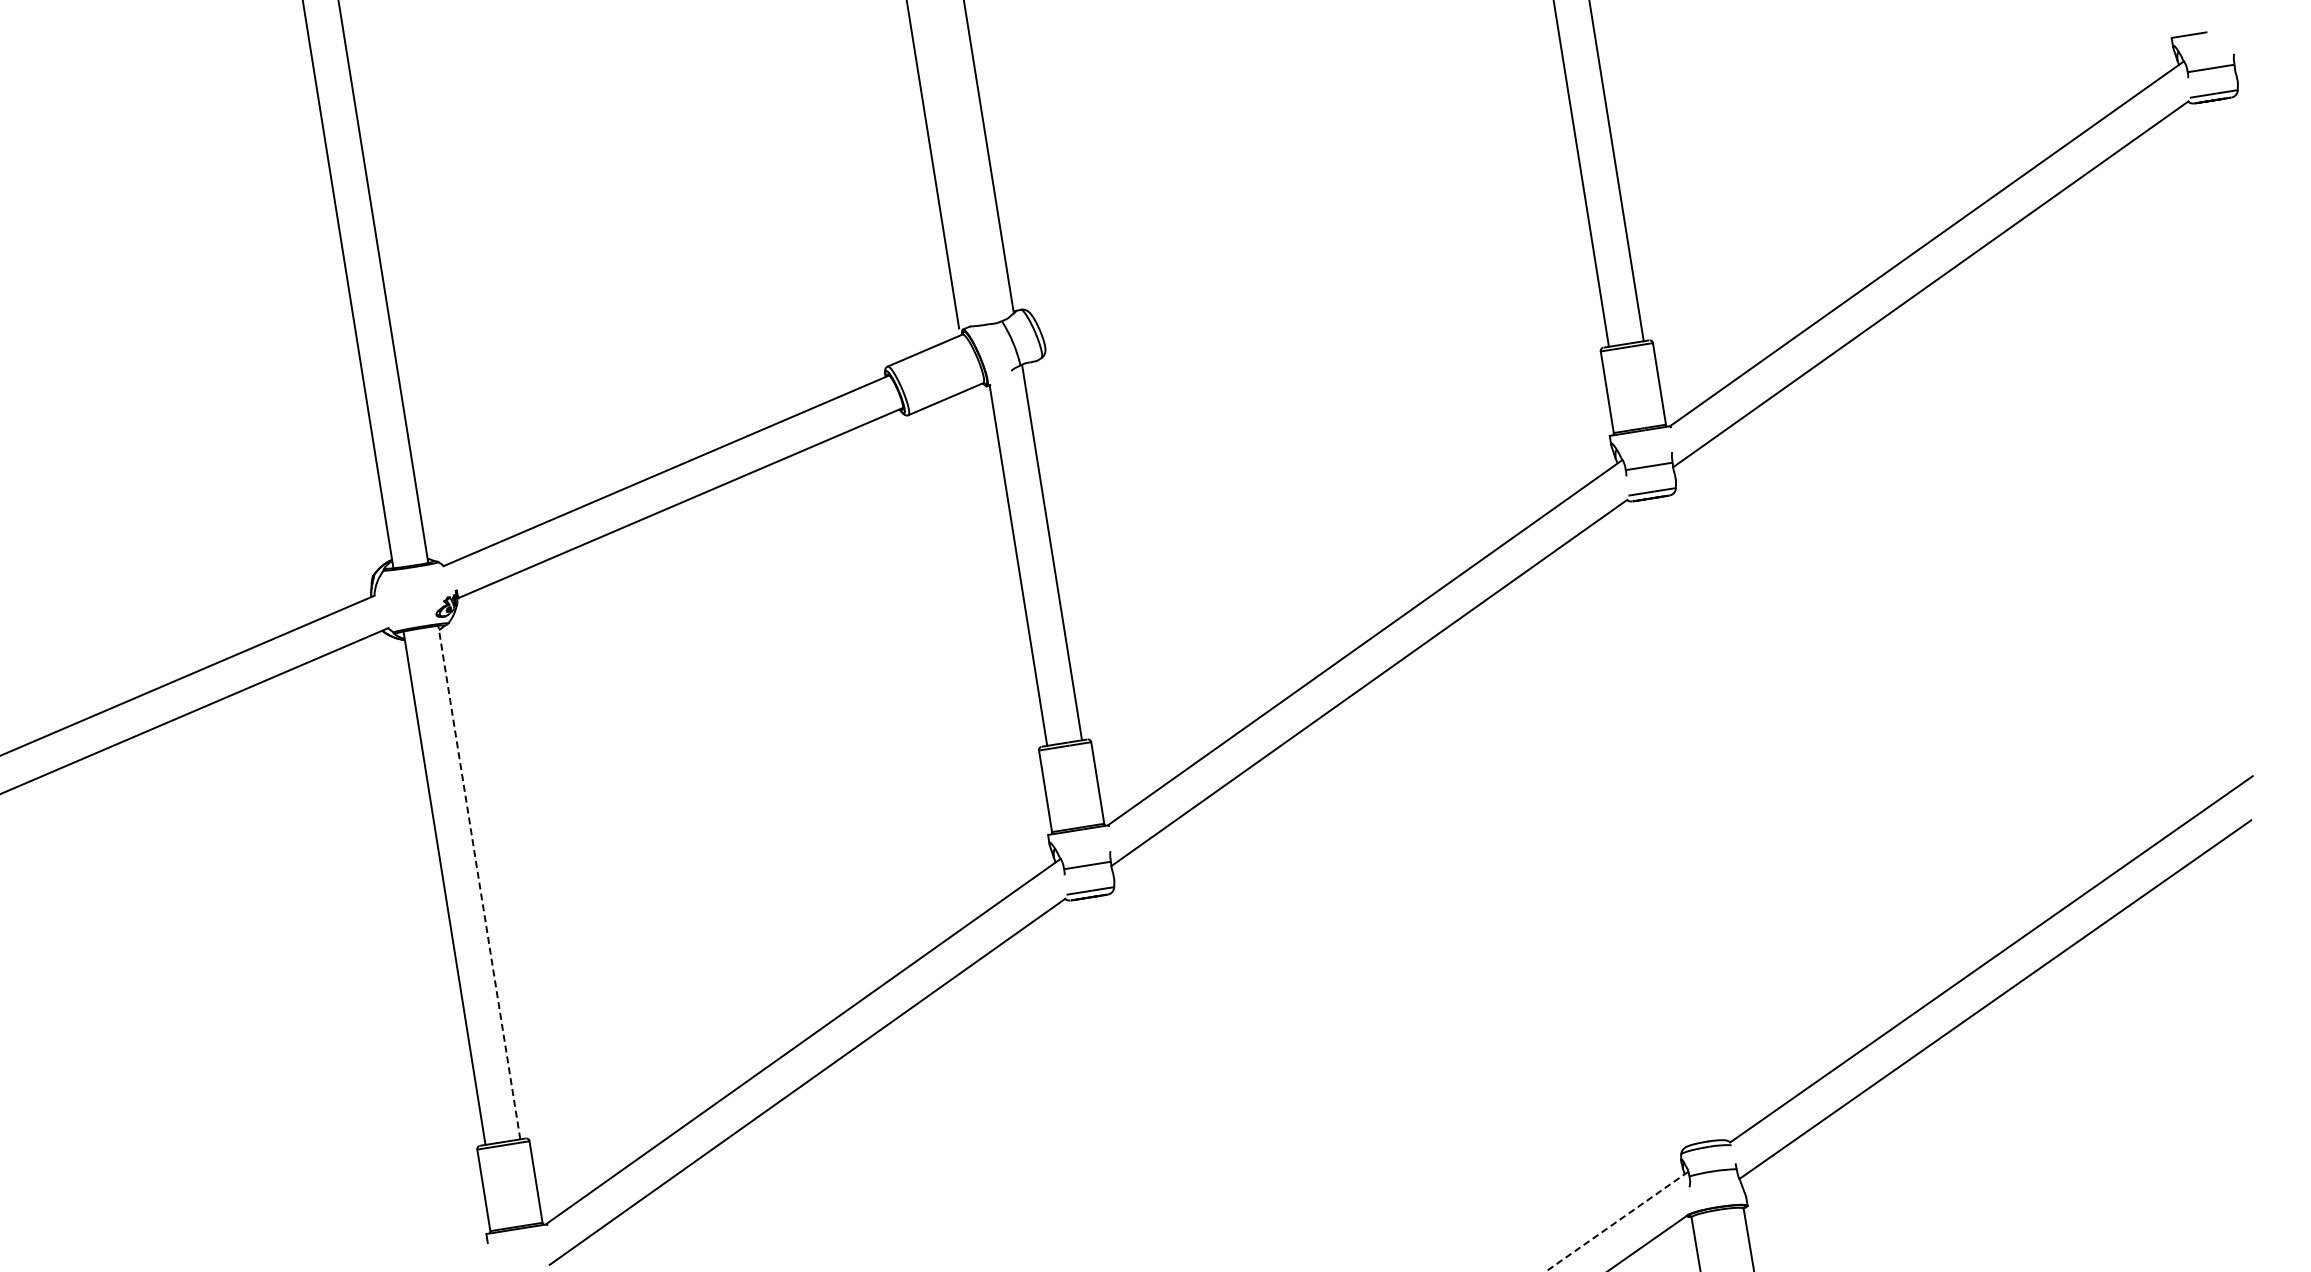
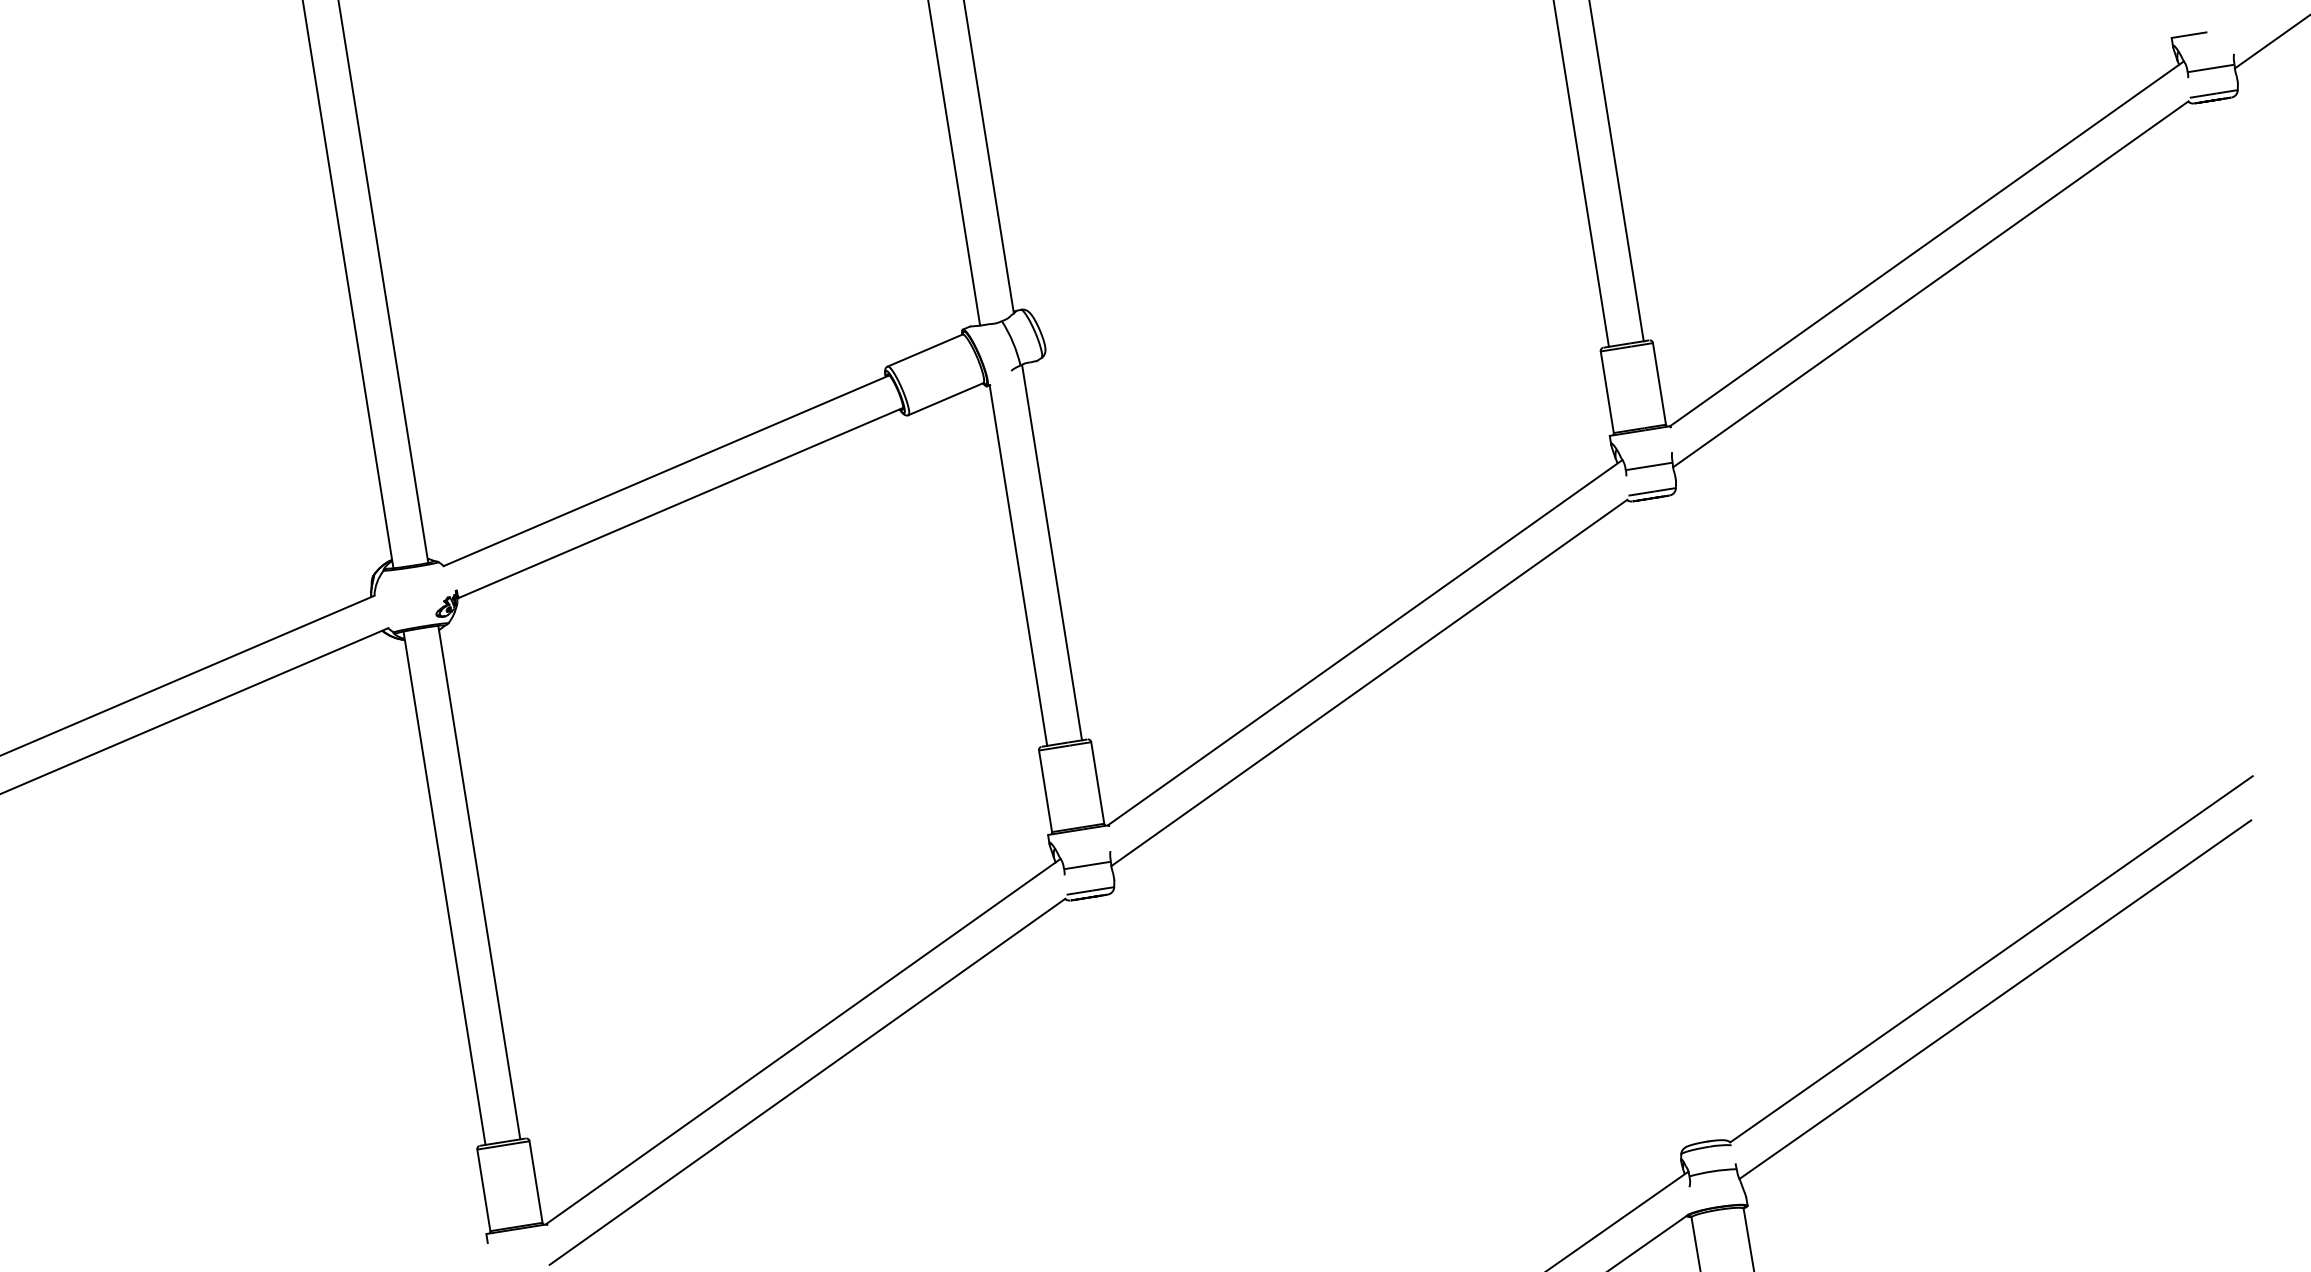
line at (2270, 42): none -> present
line at (933, 165) position: (933, 165) -> (954, 163)
line at (479, 882): dashed -> solid
line at (1617, 1221): dashed -> solid
